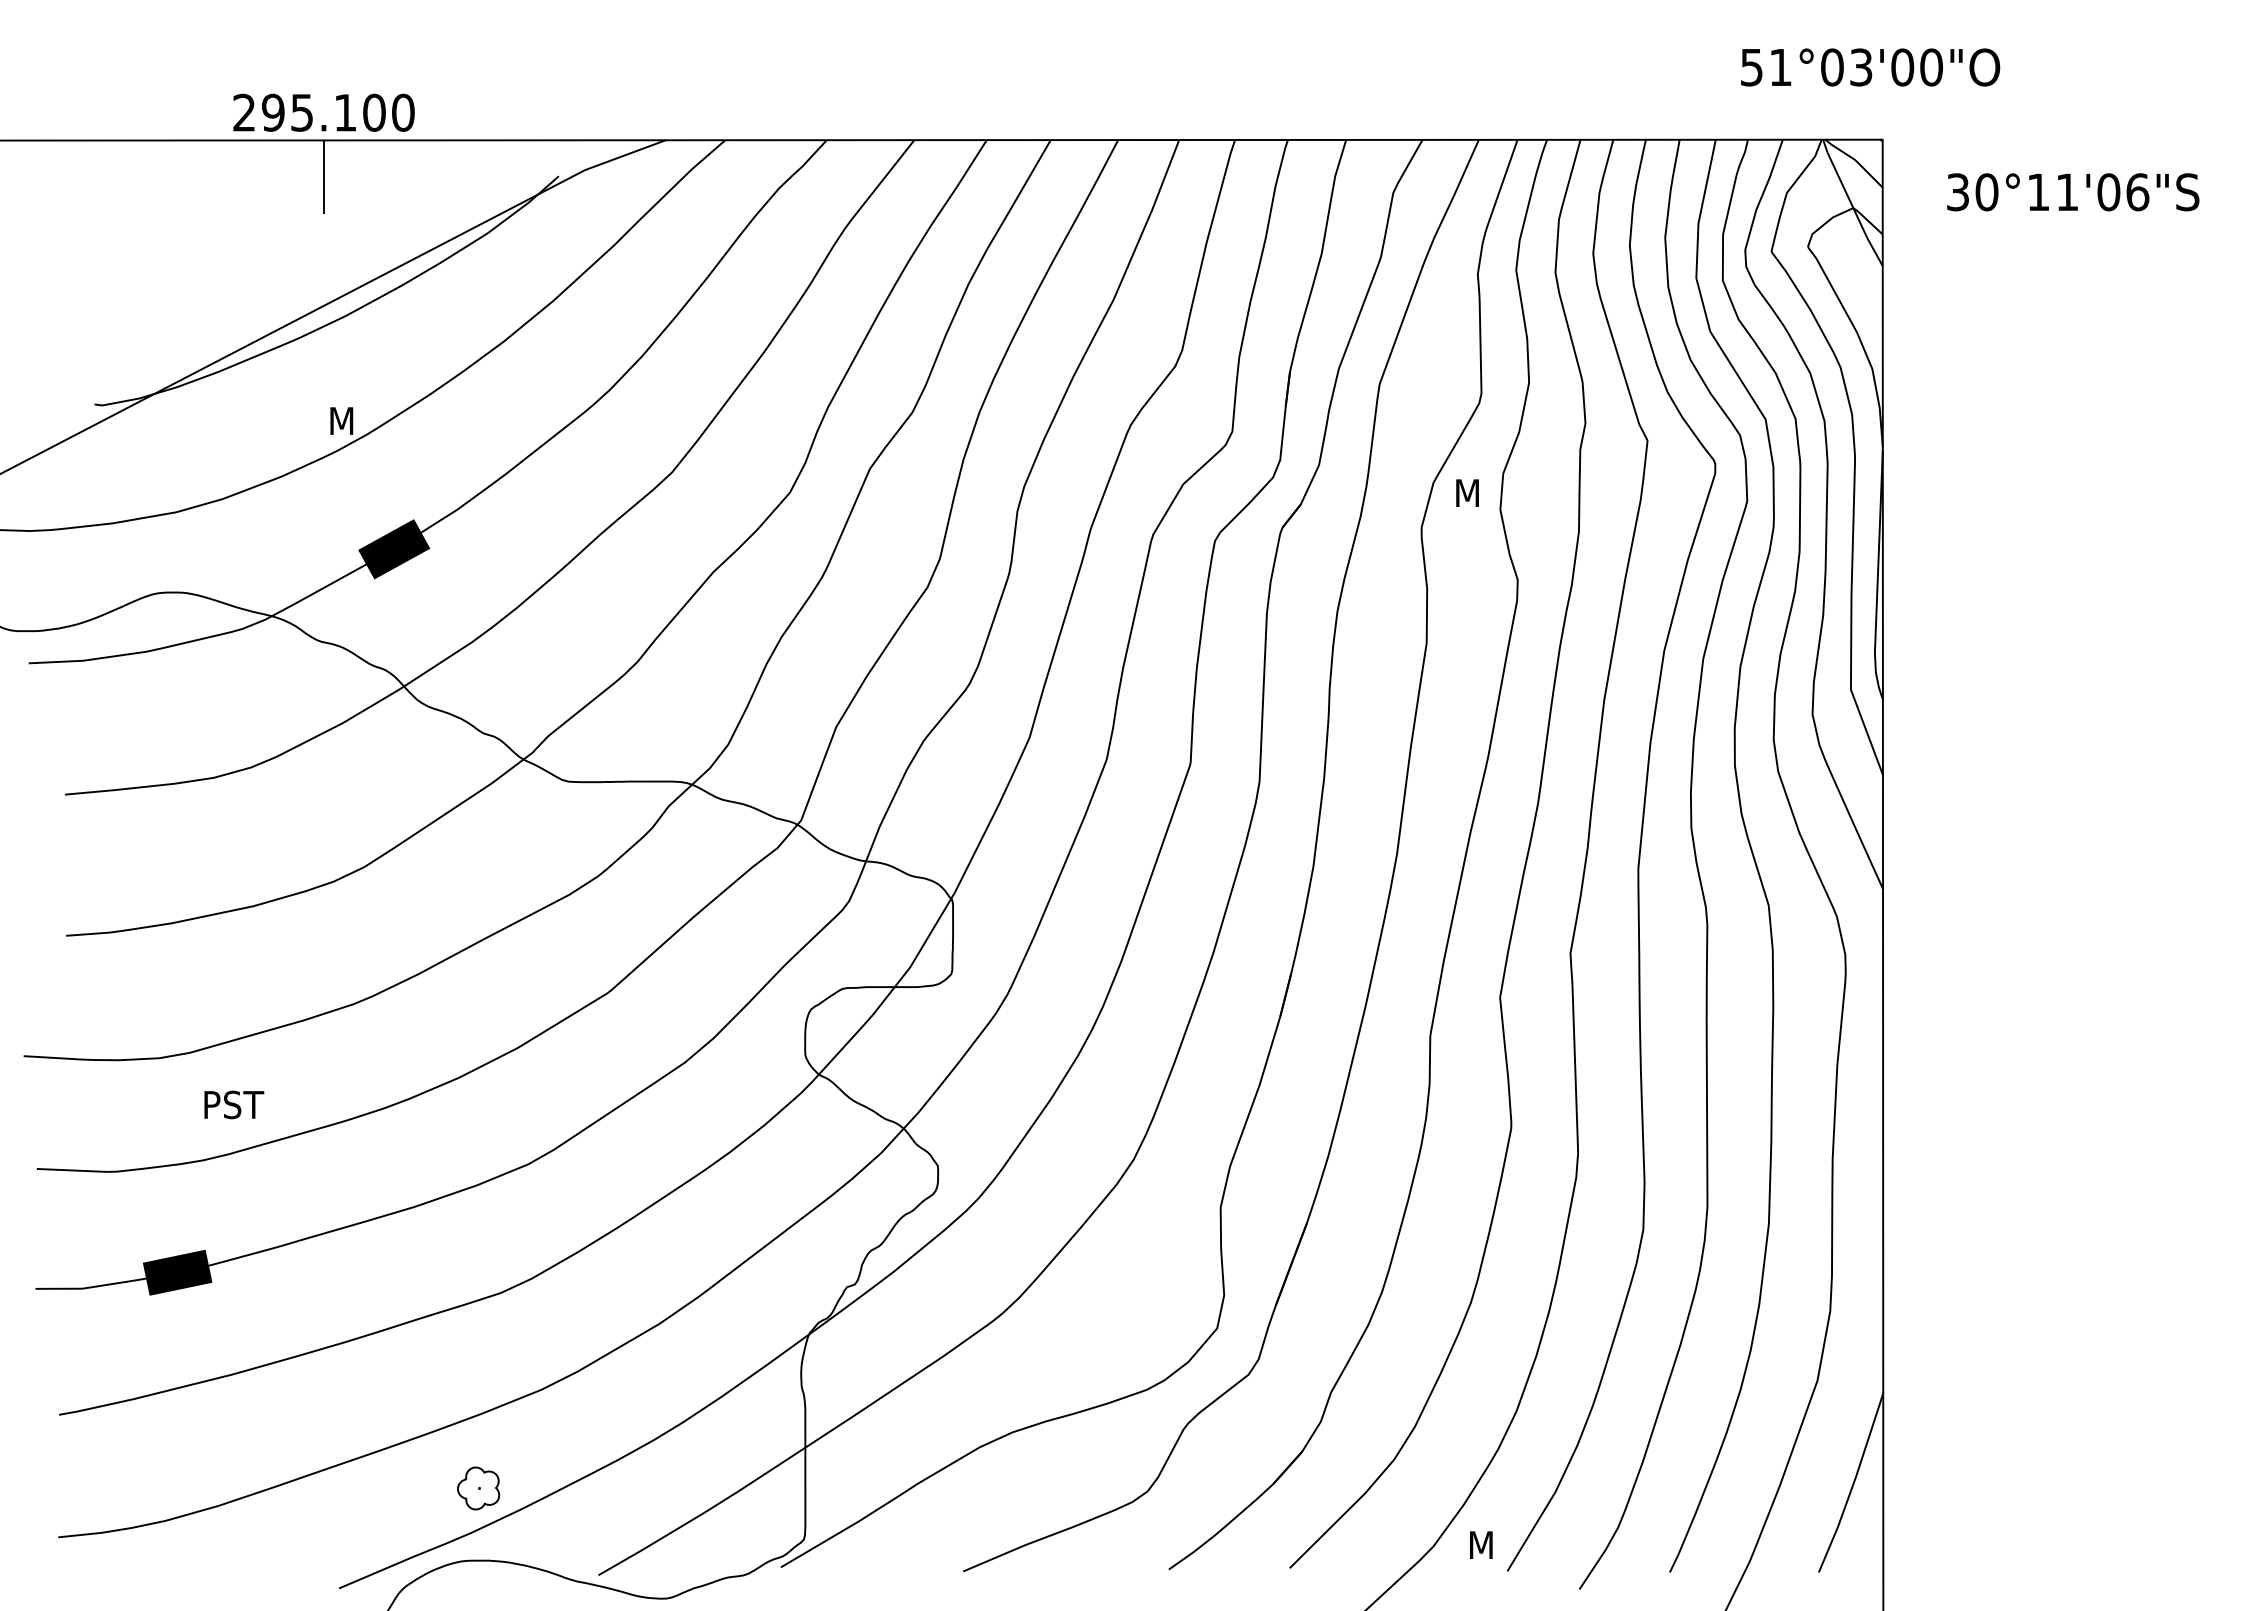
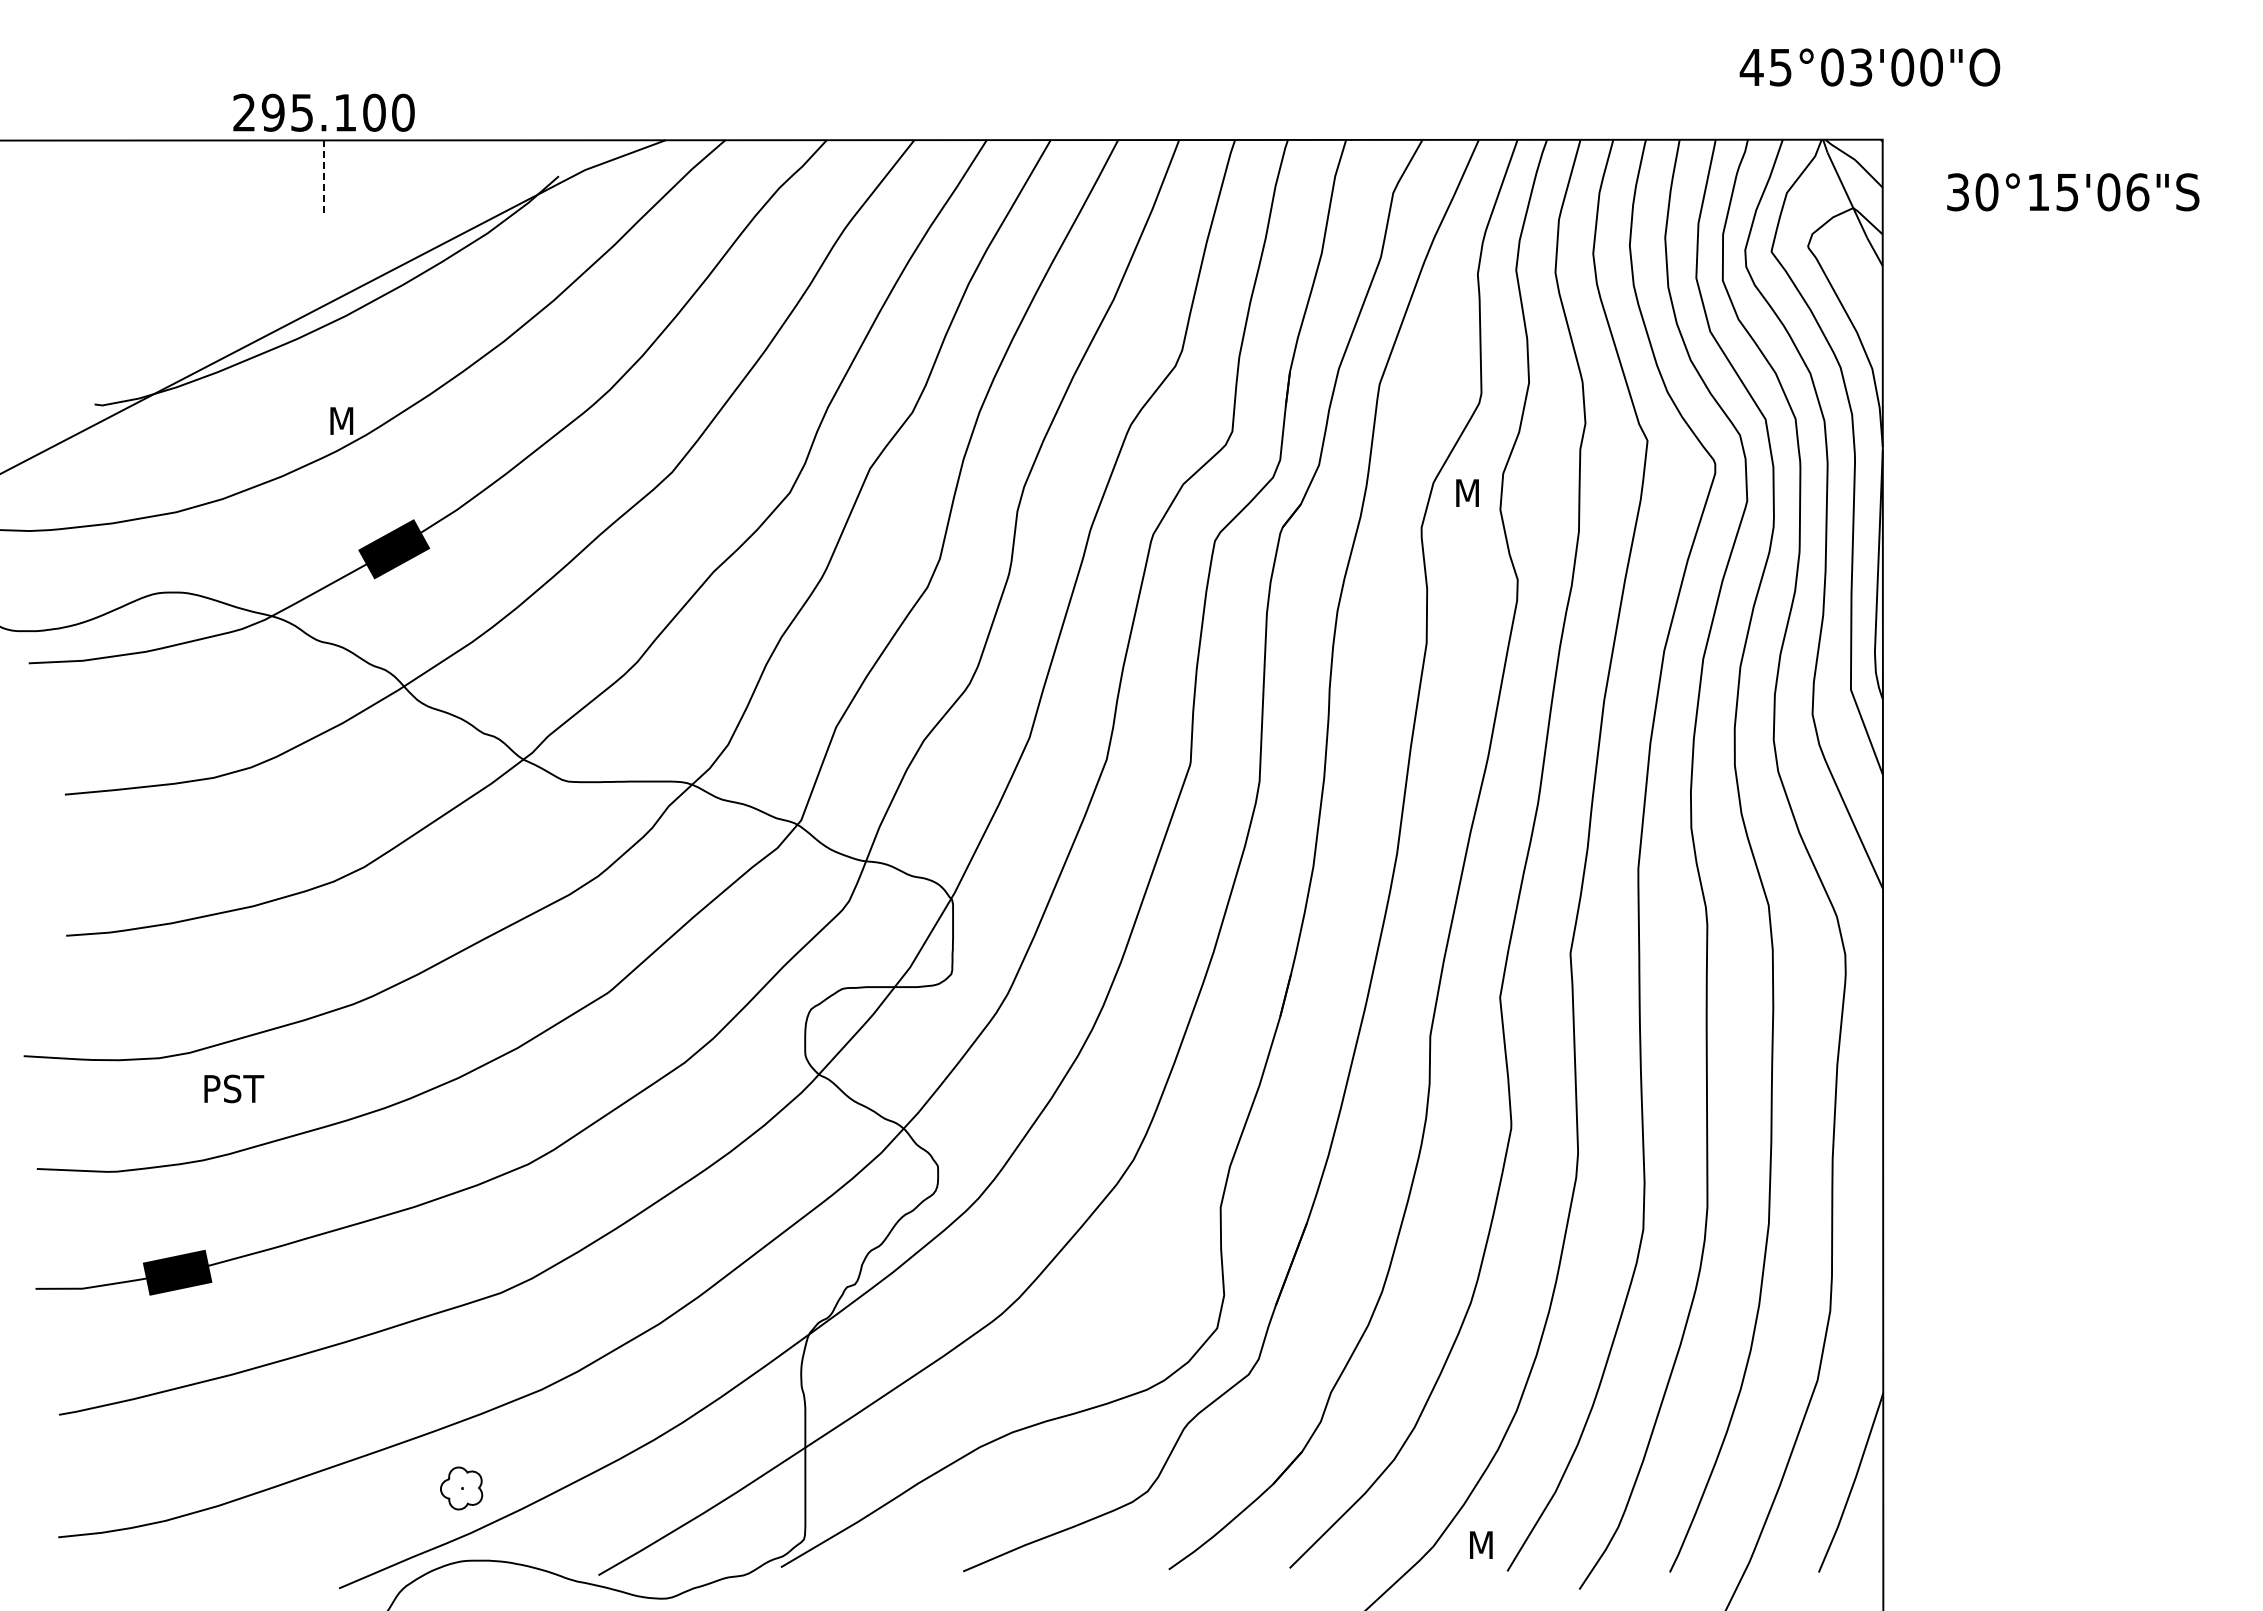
text at (1765, 67): 51°03'00"O -> 45°03'00"O
line at (323, 177): solid -> dashed
text at (2066, 192): 30°11'06"S -> 30°15'06"S
text at (234, 1104) position: (234, 1104) -> (234, 1088)
part at (478, 1488) position: (478, 1488) -> (461, 1488)
